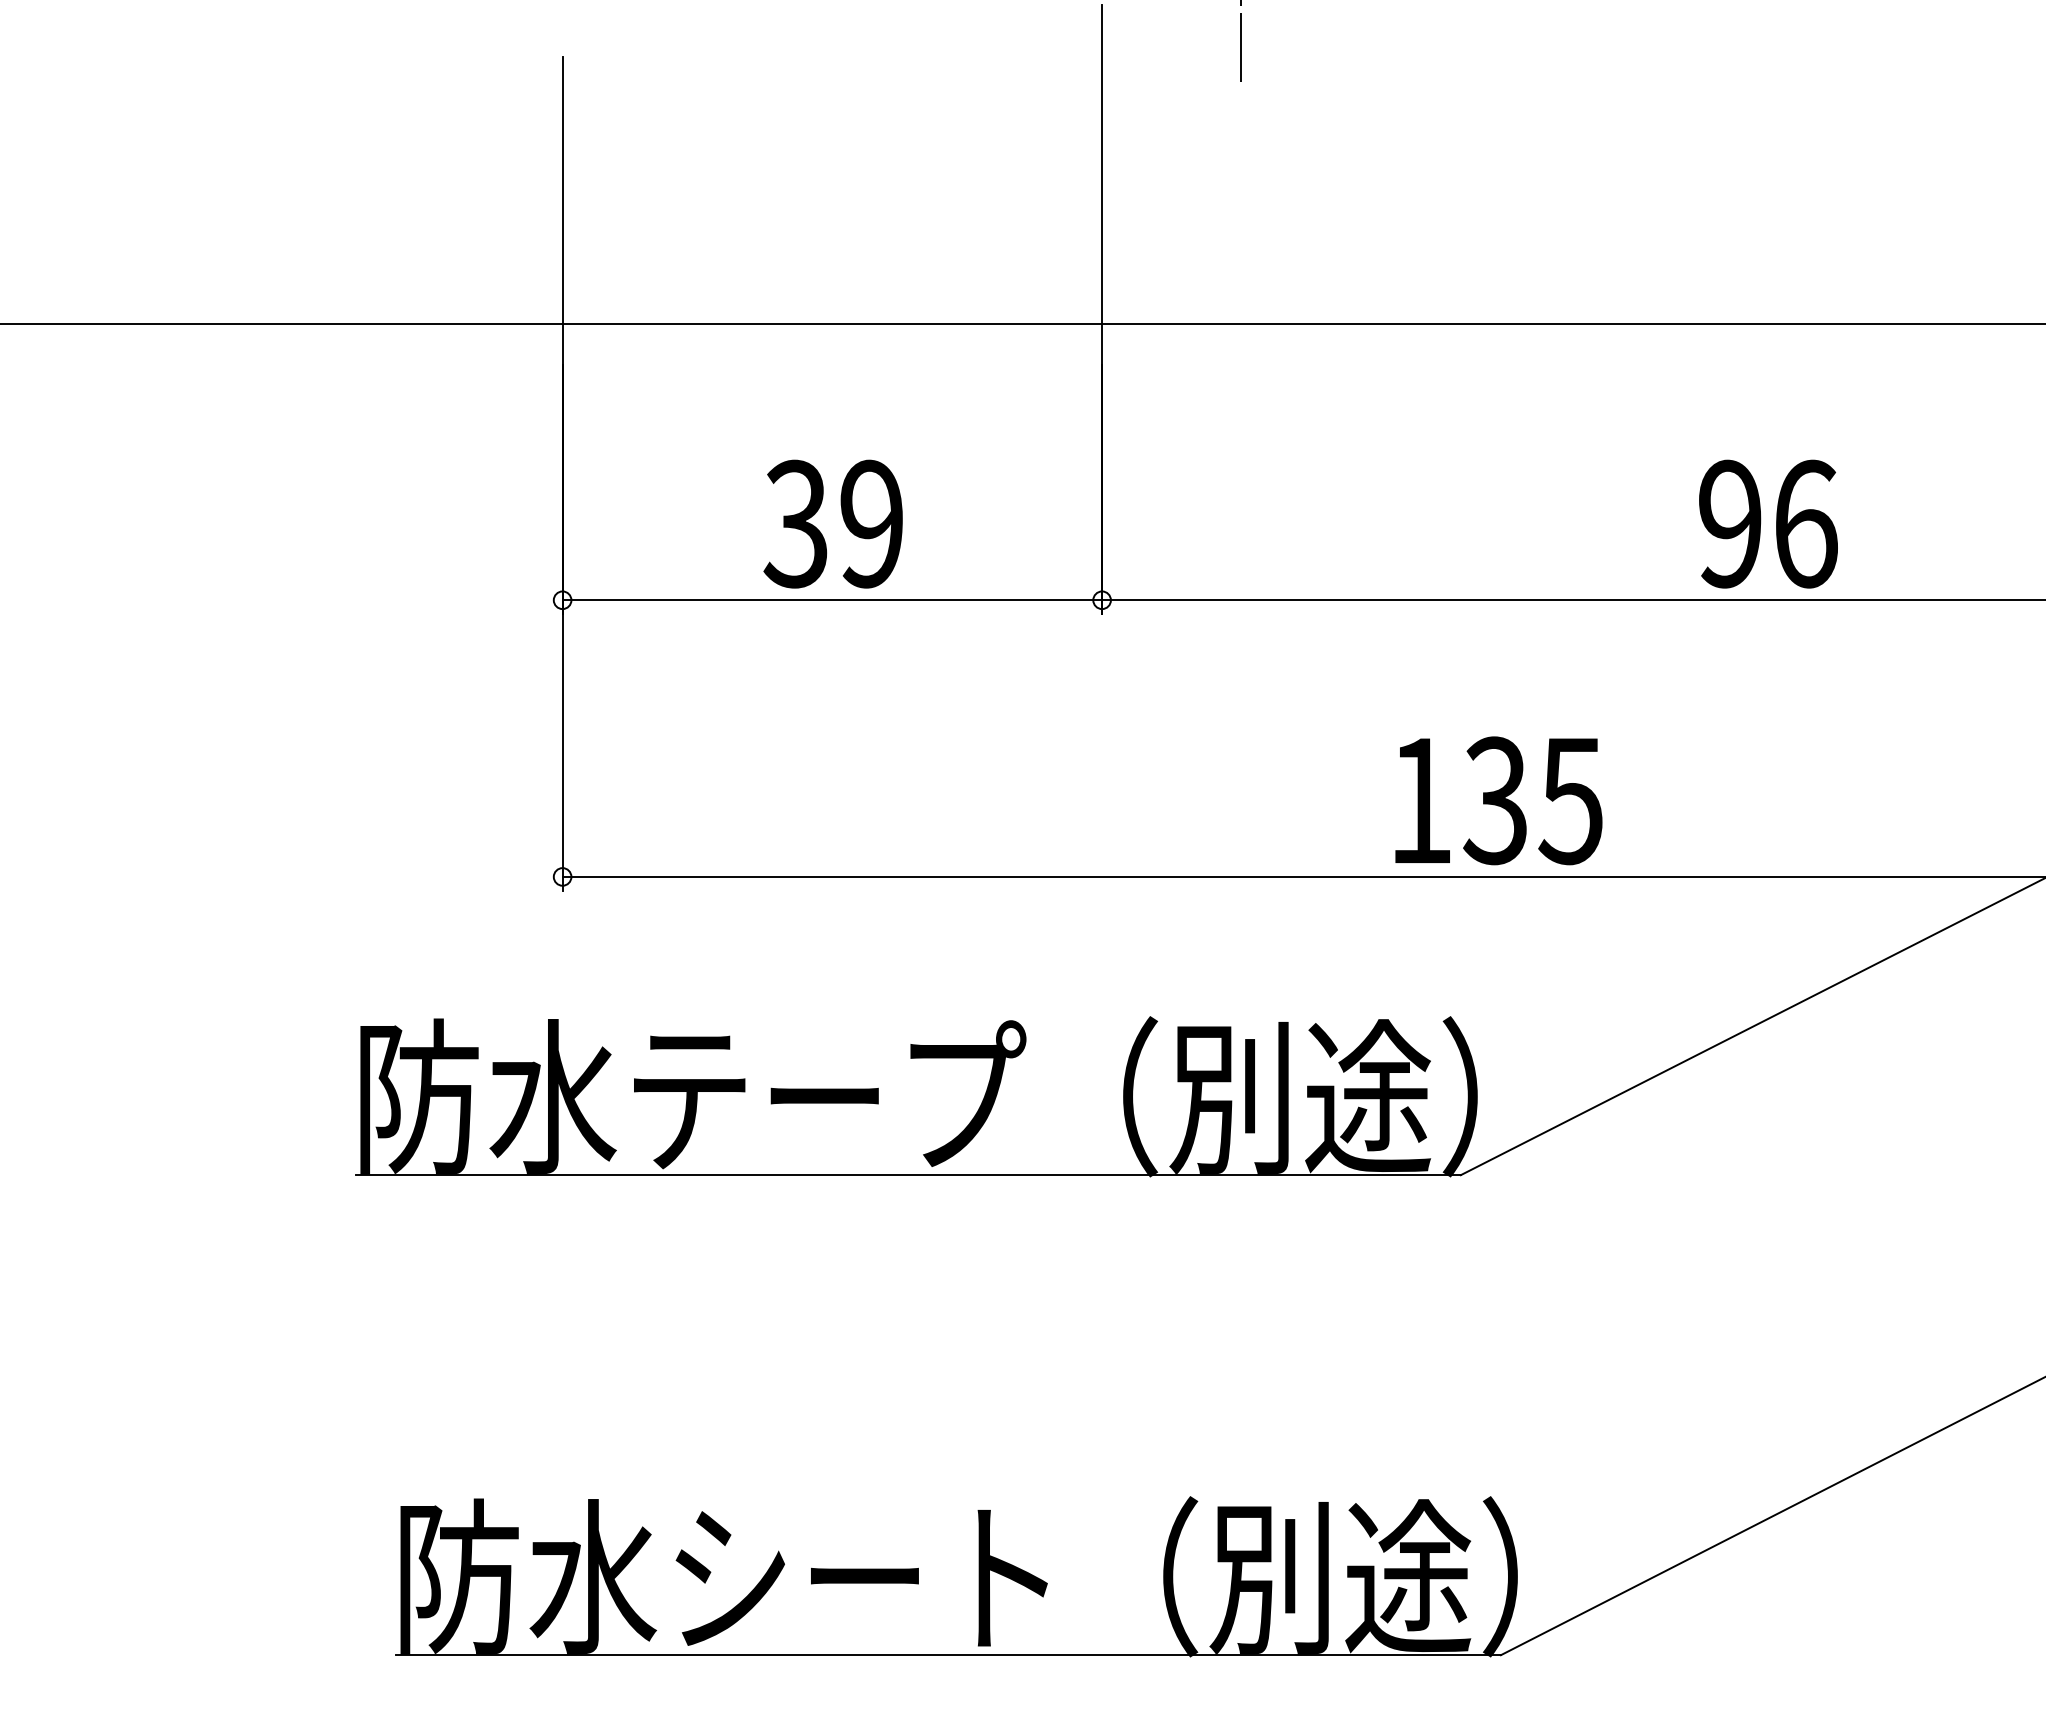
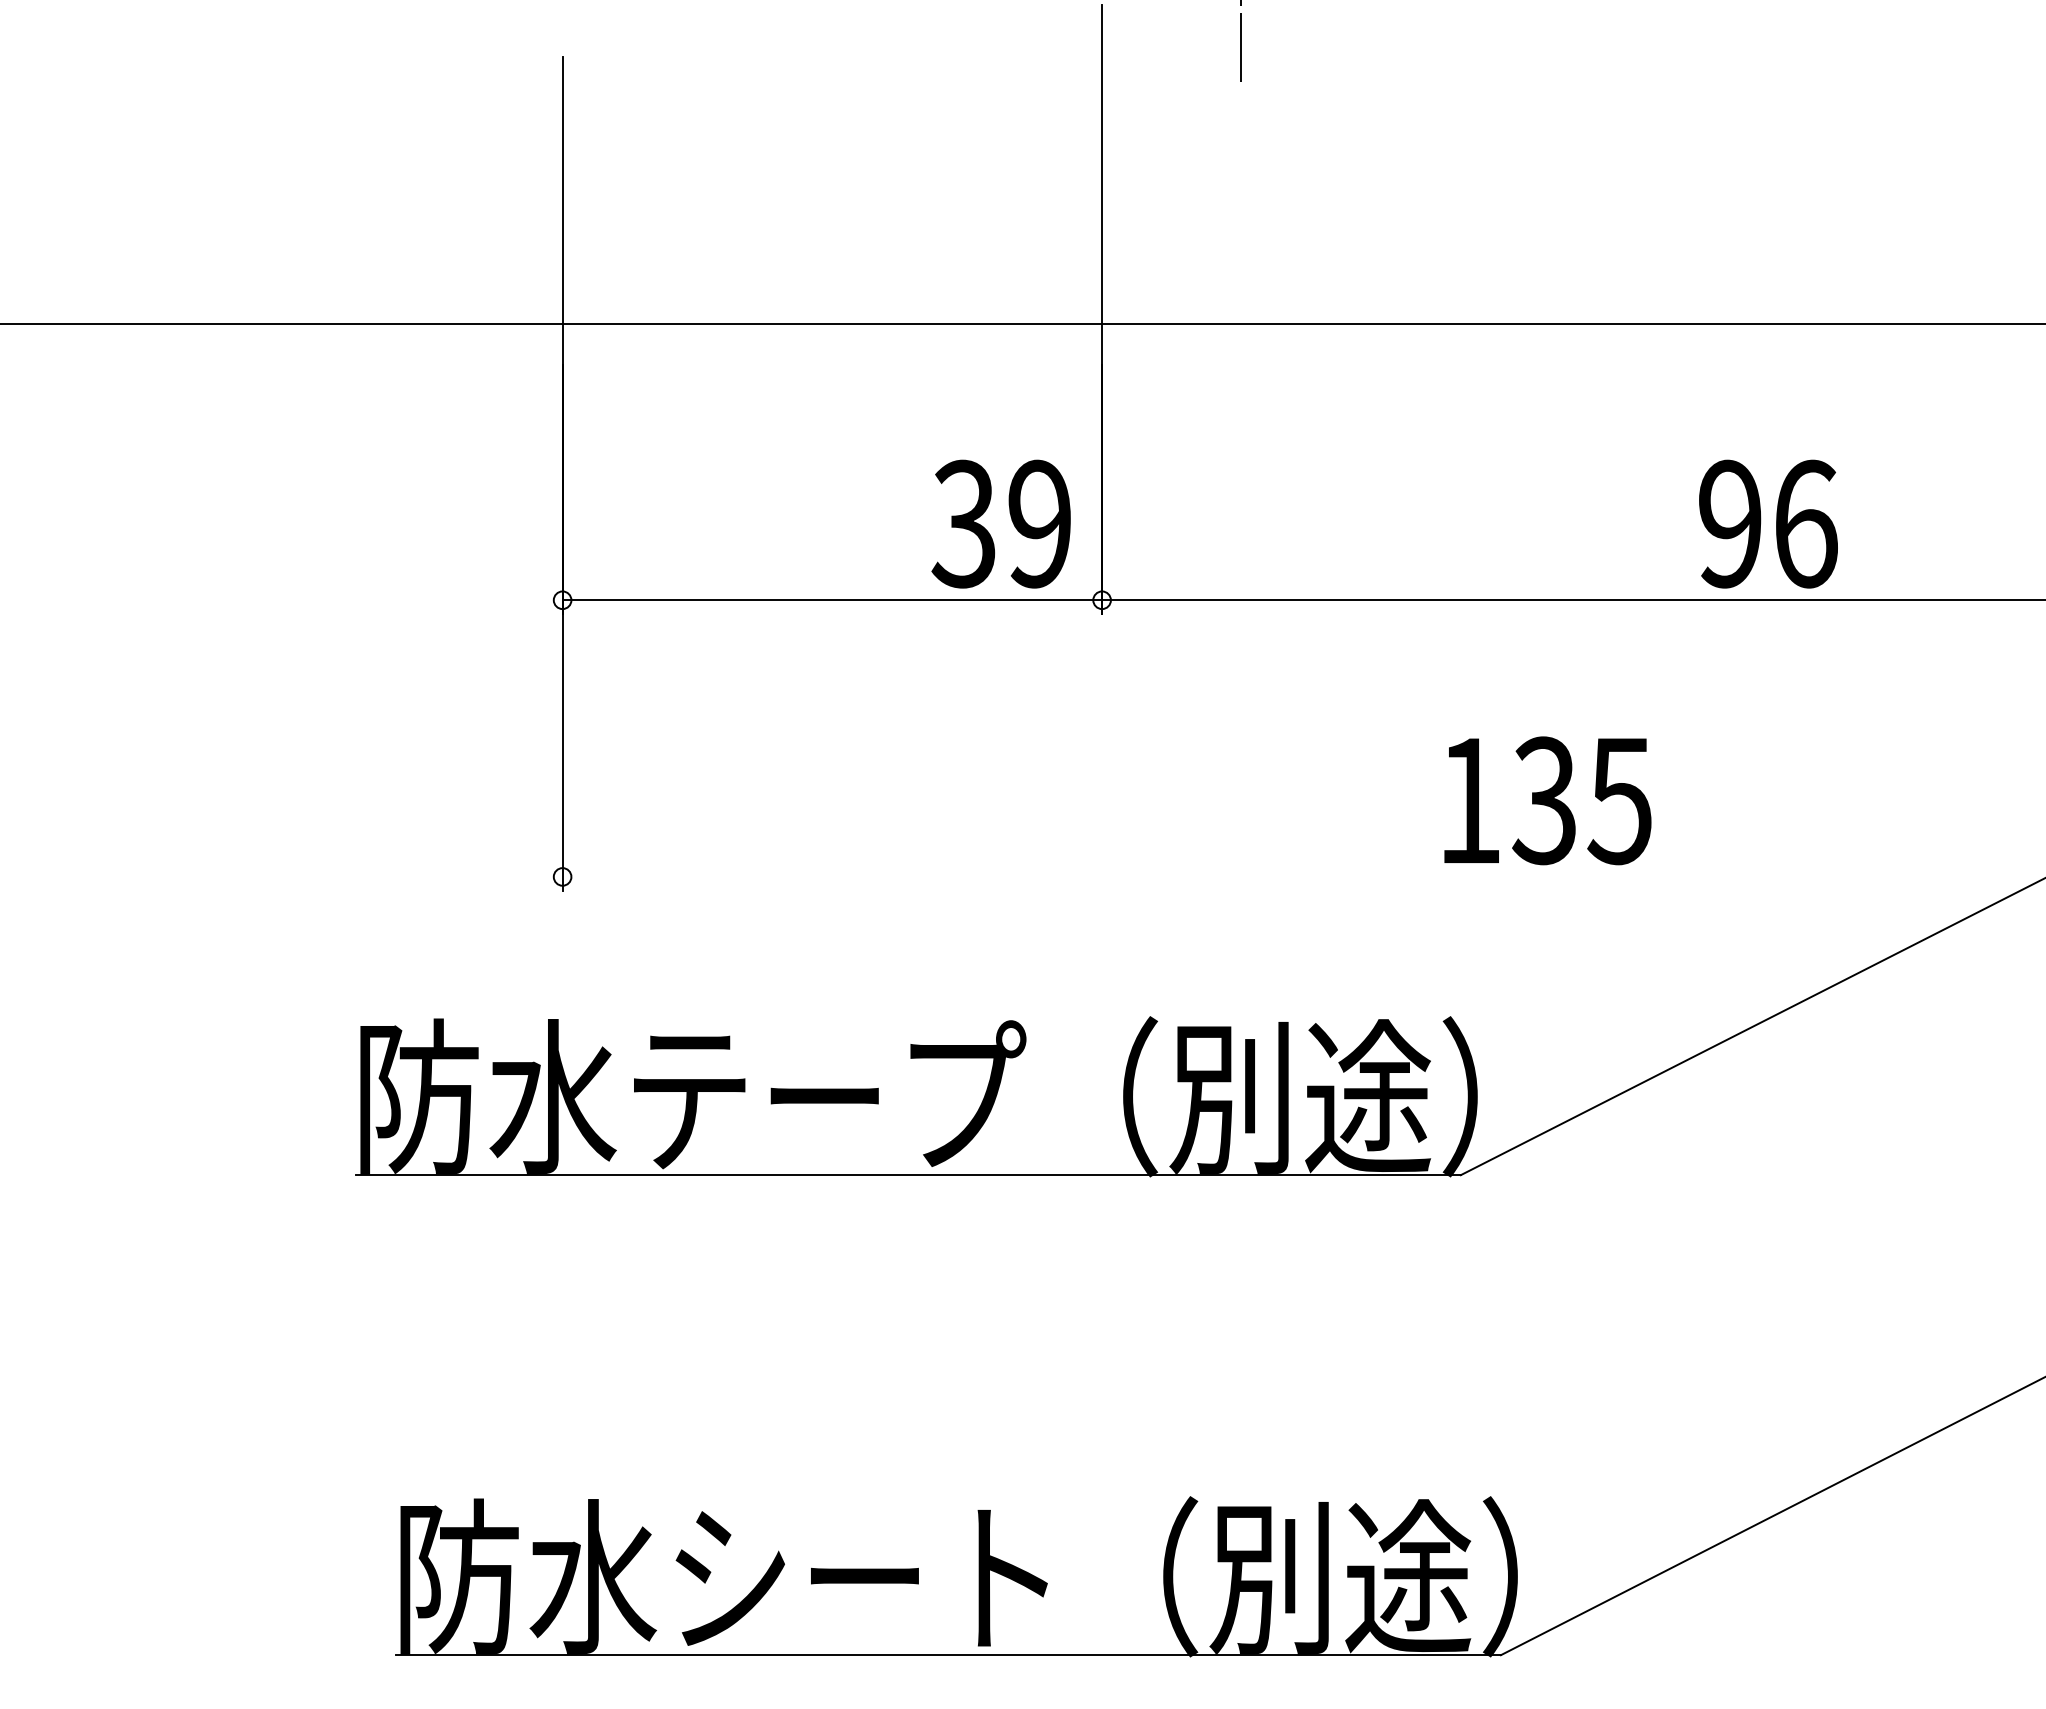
text at (832, 523) position: (832, 523) -> (1000, 523)
text at (1498, 800) position: (1498, 800) -> (1547, 800)
line at (1301, 876): present -> none
